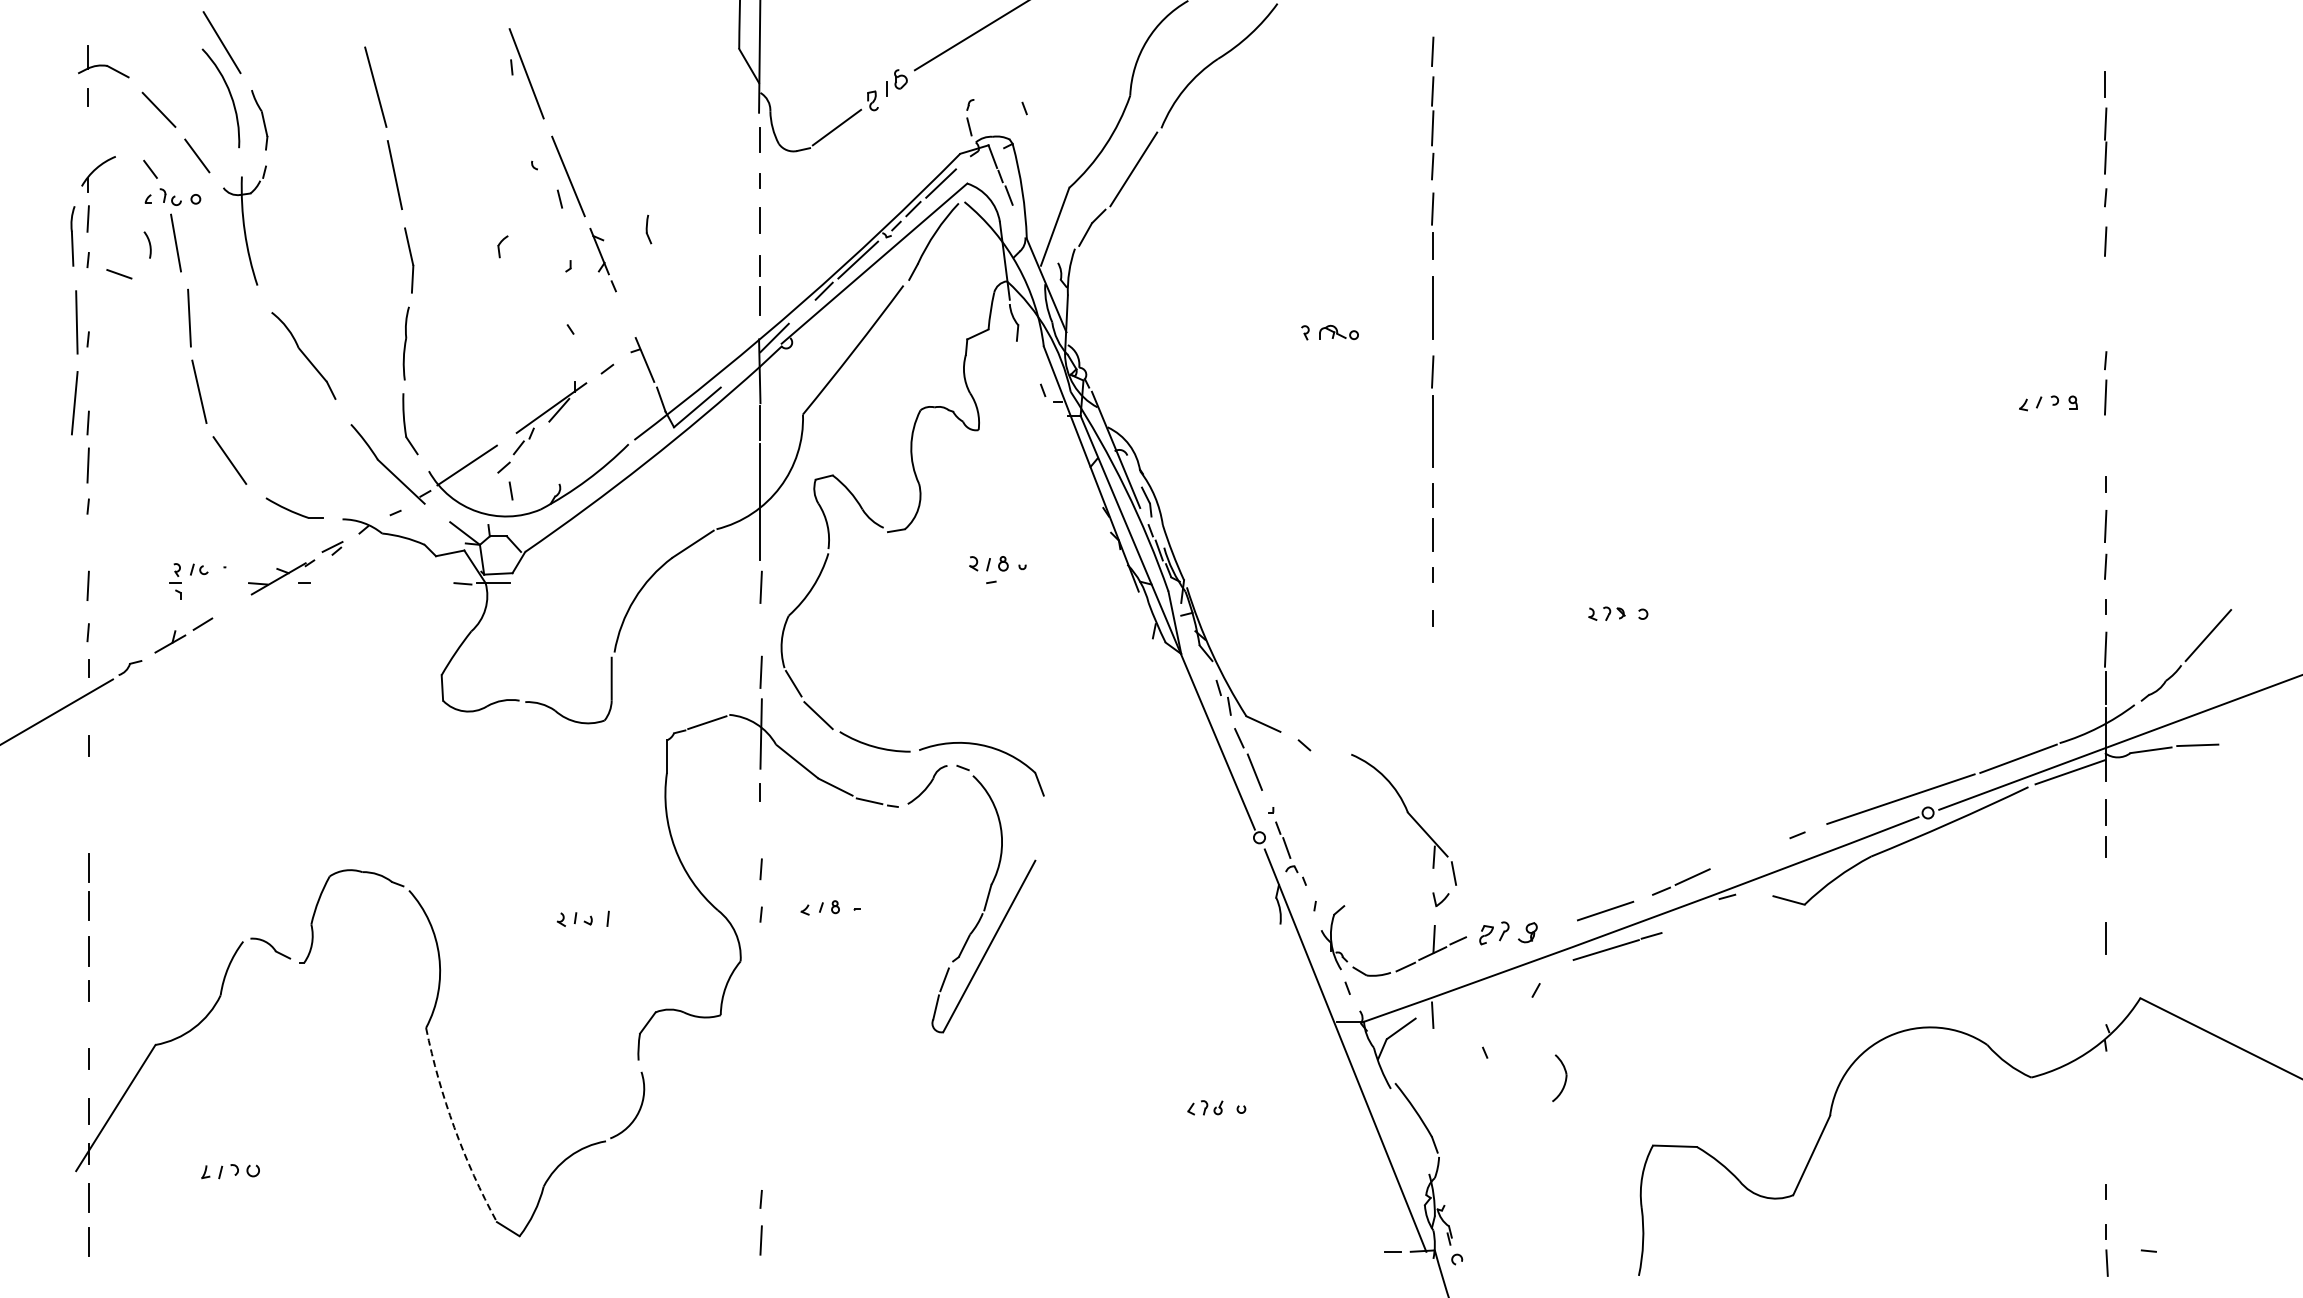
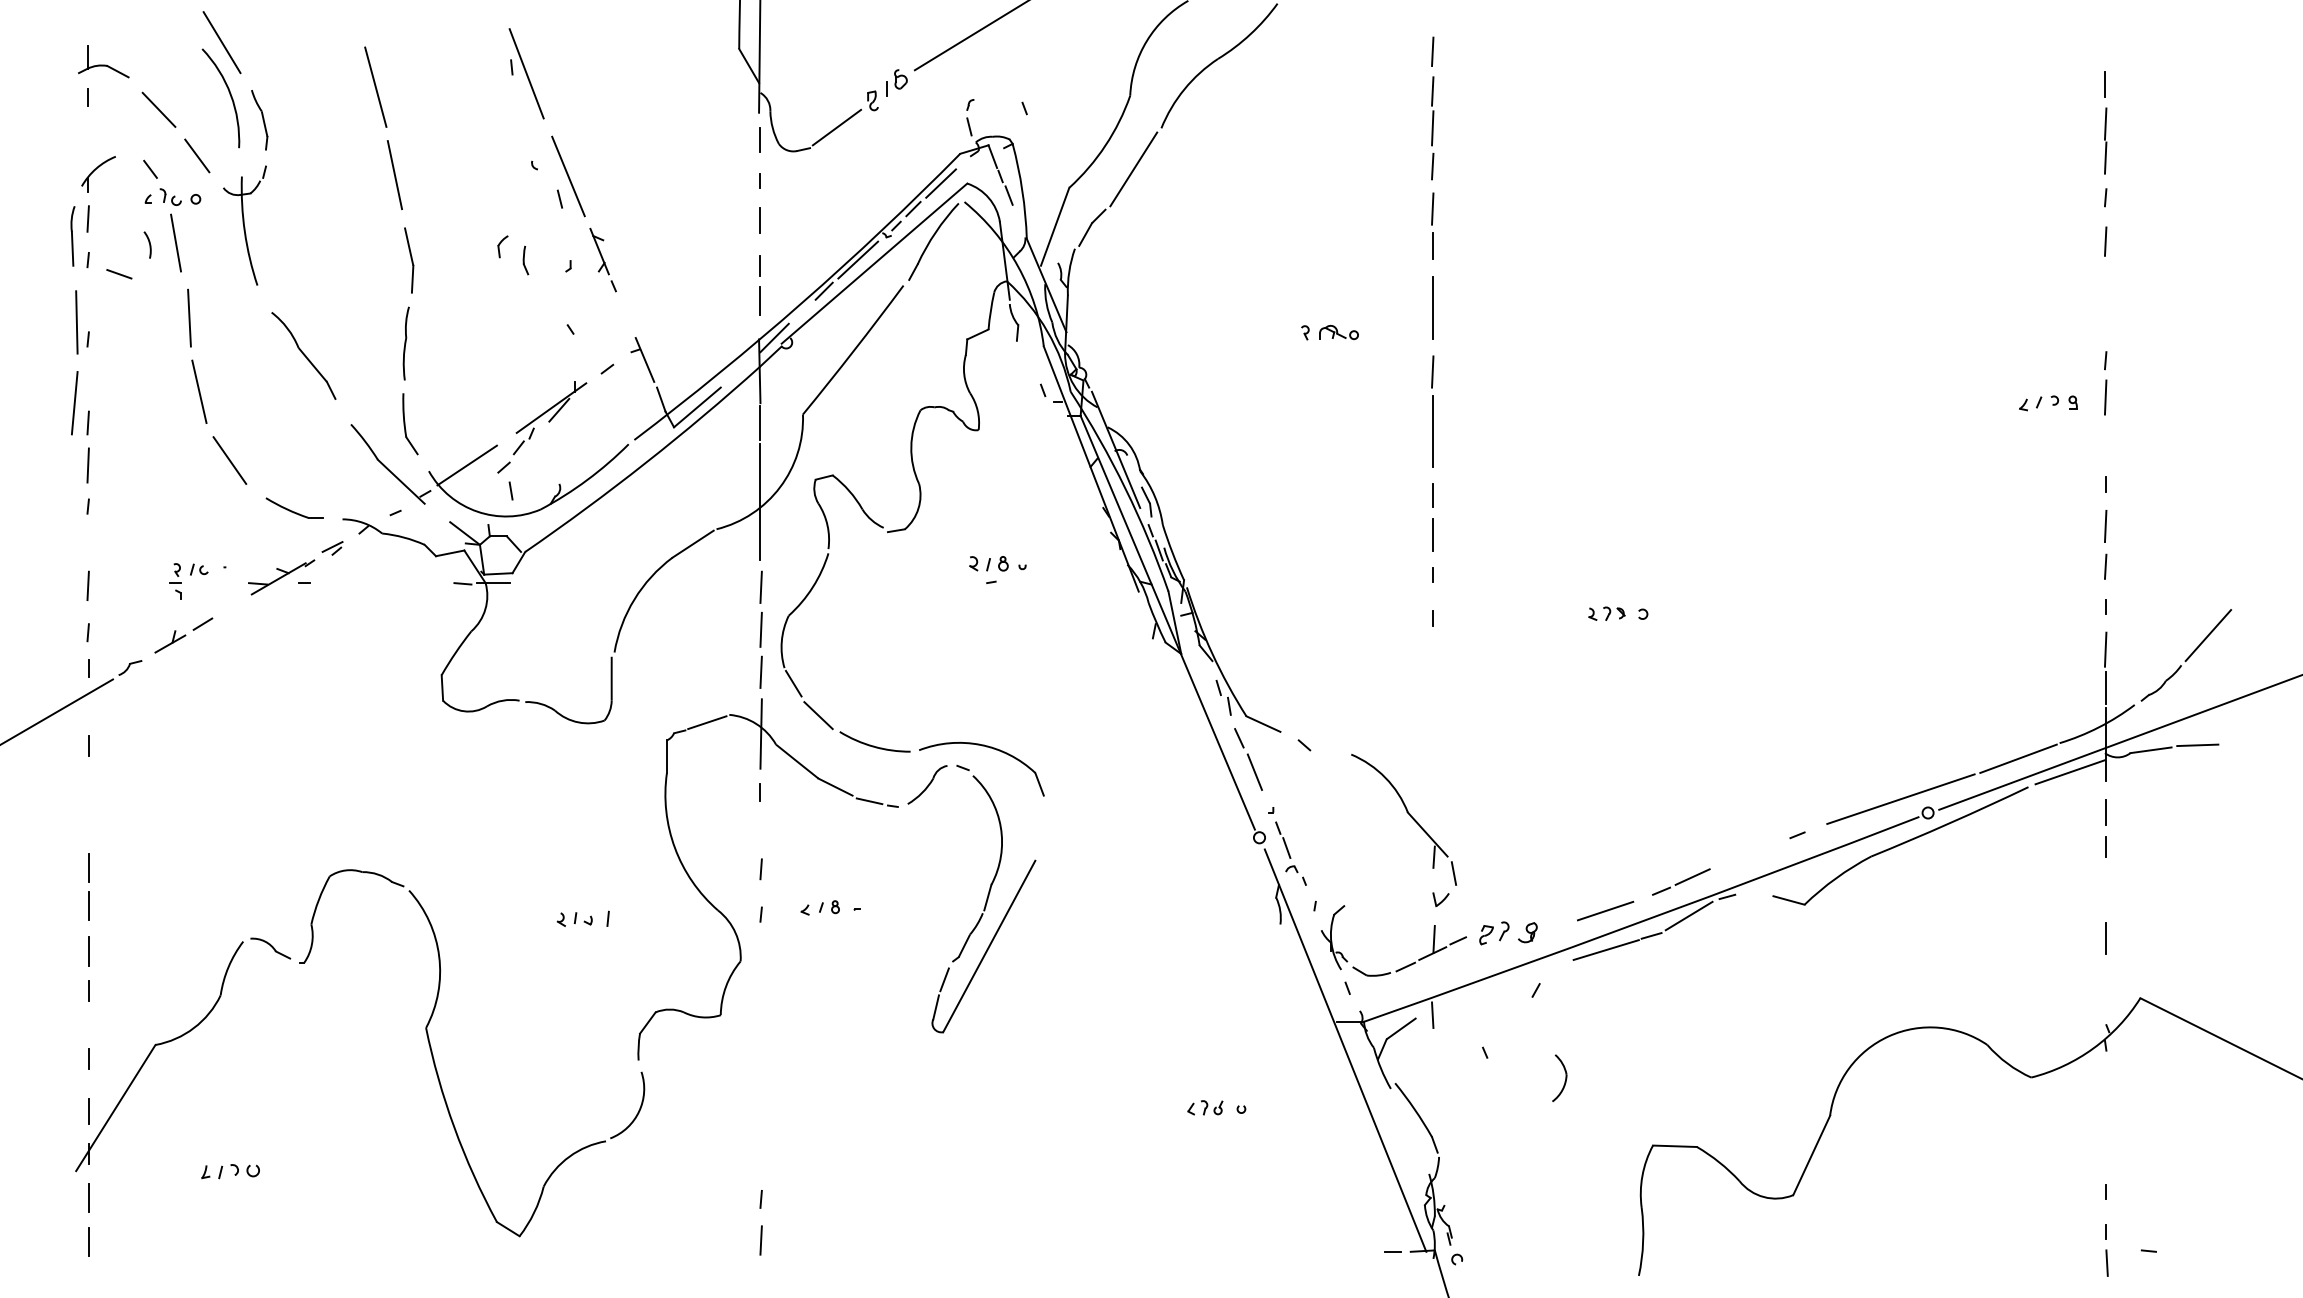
part at (648, 229) position: (648, 229) -> (525, 260)
line at (760, 629): none -> present
line at (1688, 915): none -> present
arc at (454, 1127): dashed -> solid
